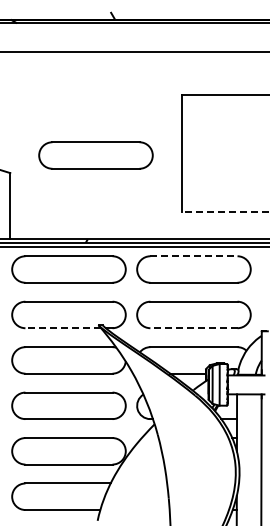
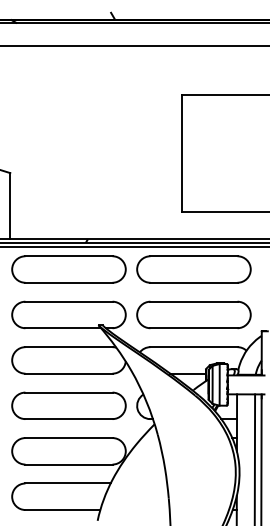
line at (134, 52) position: (134, 52) -> (134, 46)
part at (95, 155): present -> none
line at (225, 212): dashed -> solid
line at (193, 256): dashed -> solid
line at (63, 328): dashed -> solid
line at (193, 328): dashed -> solid
line at (254, 458): none -> present
